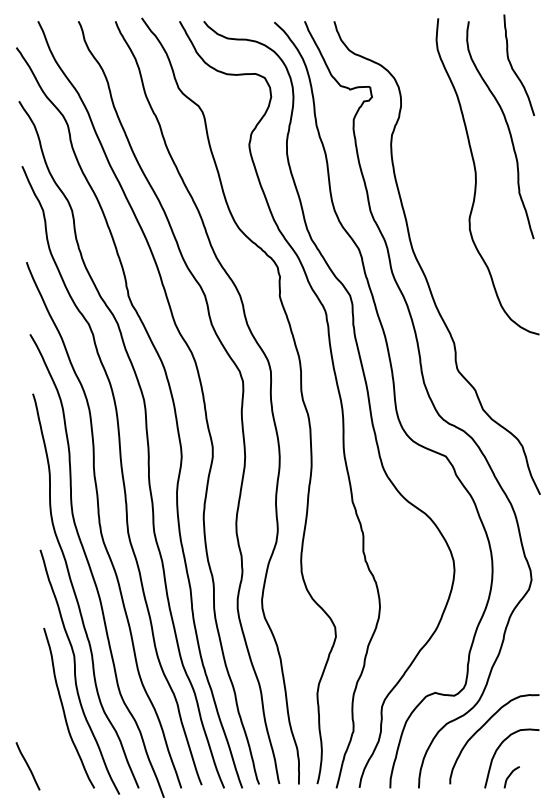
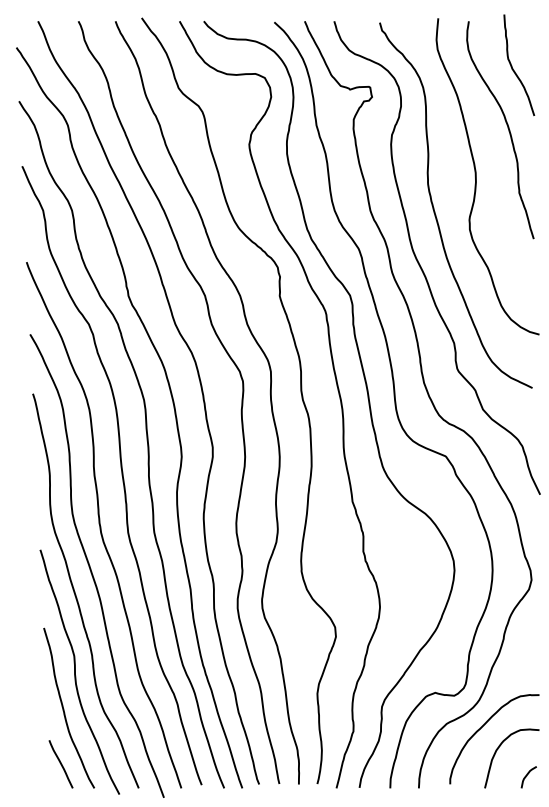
curve at (435, 211): none -> present
line at (27, 766) position: (27, 766) -> (60, 764)
curve at (510, 776) position: (510, 776) -> (527, 776)
